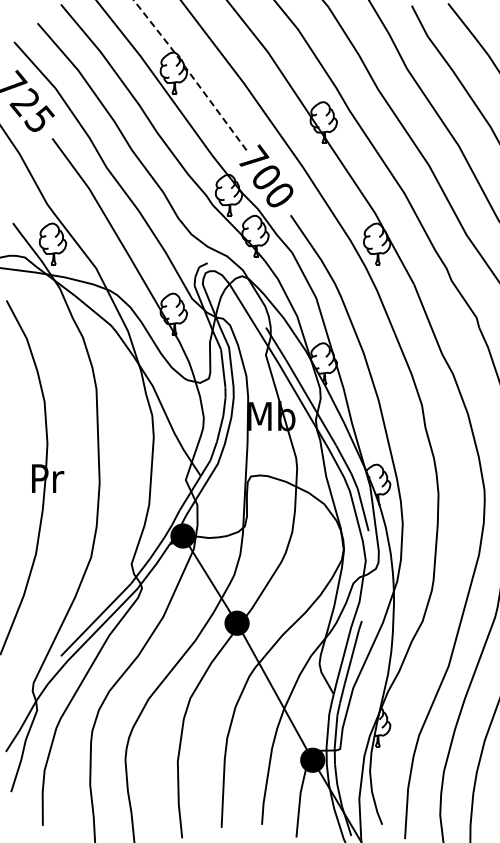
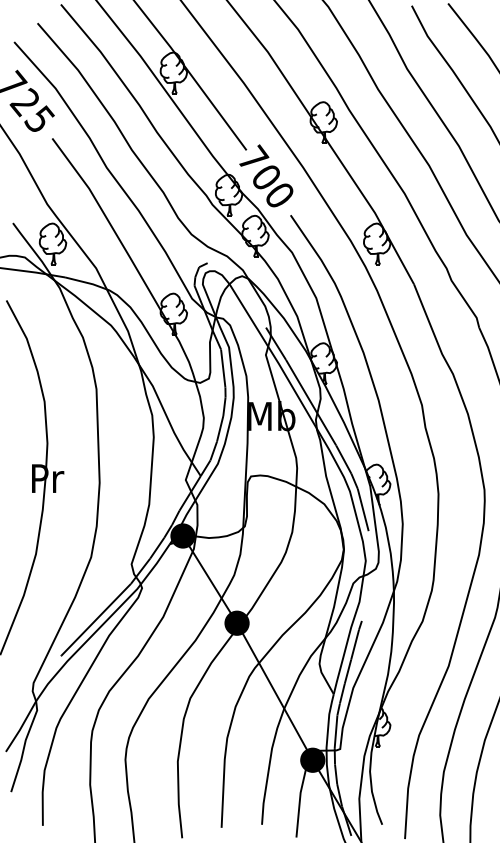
line at (190, 73): dashed -> solid
